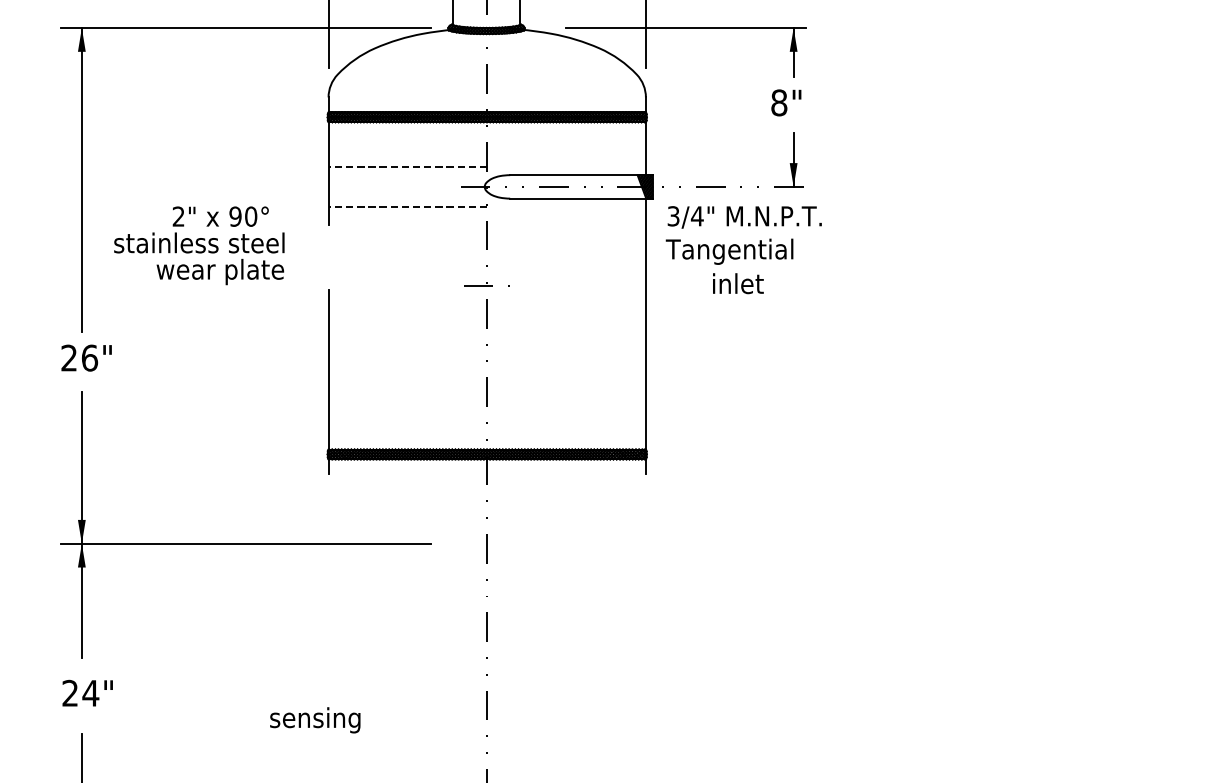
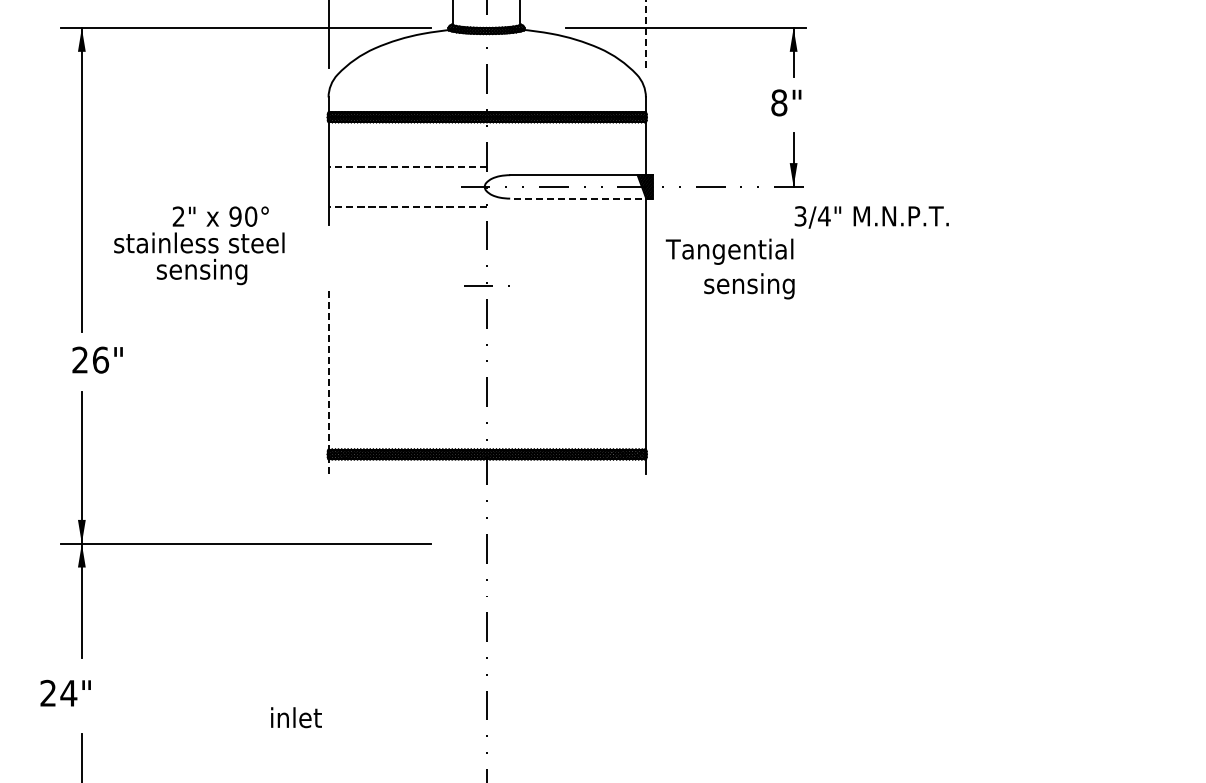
line at (645, 34): solid -> dashed
line at (580, 198): solid -> dashed
text at (744, 217) position: (744, 217) -> (871, 217)
text at (220, 271): wear plate -> sensing
text at (749, 286): inlet -> sensing
text at (86, 357) position: (86, 357) -> (97, 359)
line at (328, 381): solid -> dashed
text at (87, 692) position: (87, 692) -> (65, 692)
text at (315, 720): sensing -> inlet
